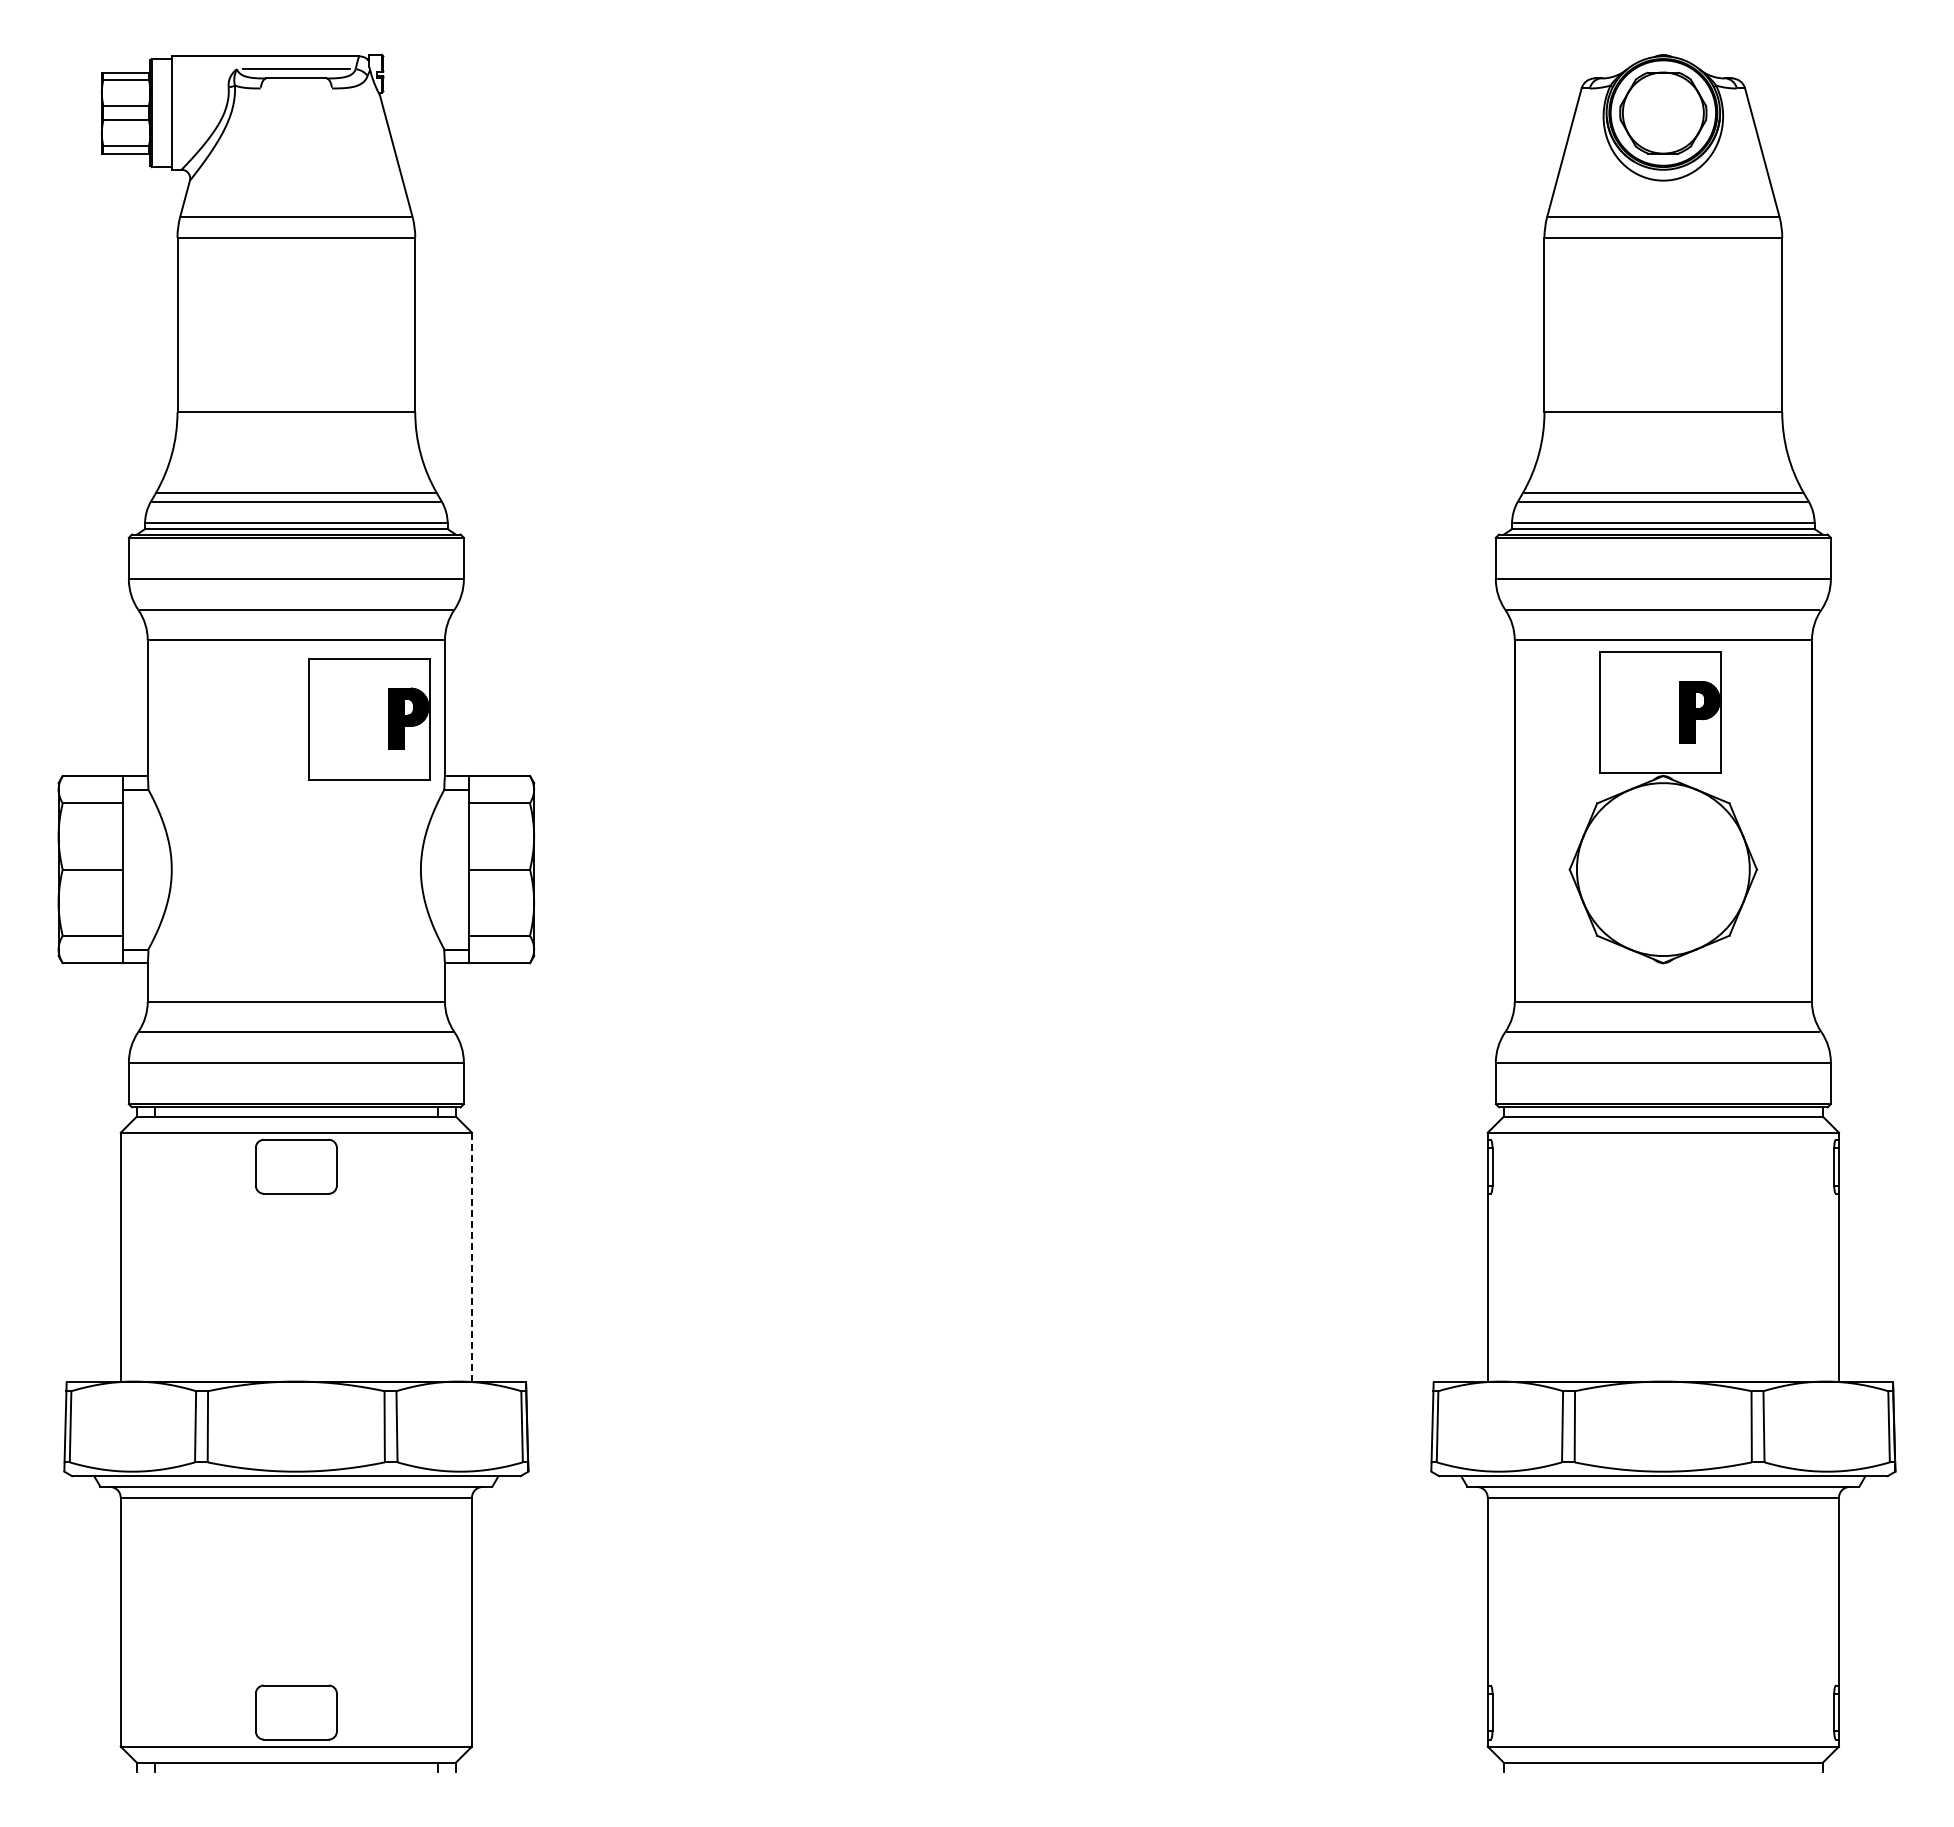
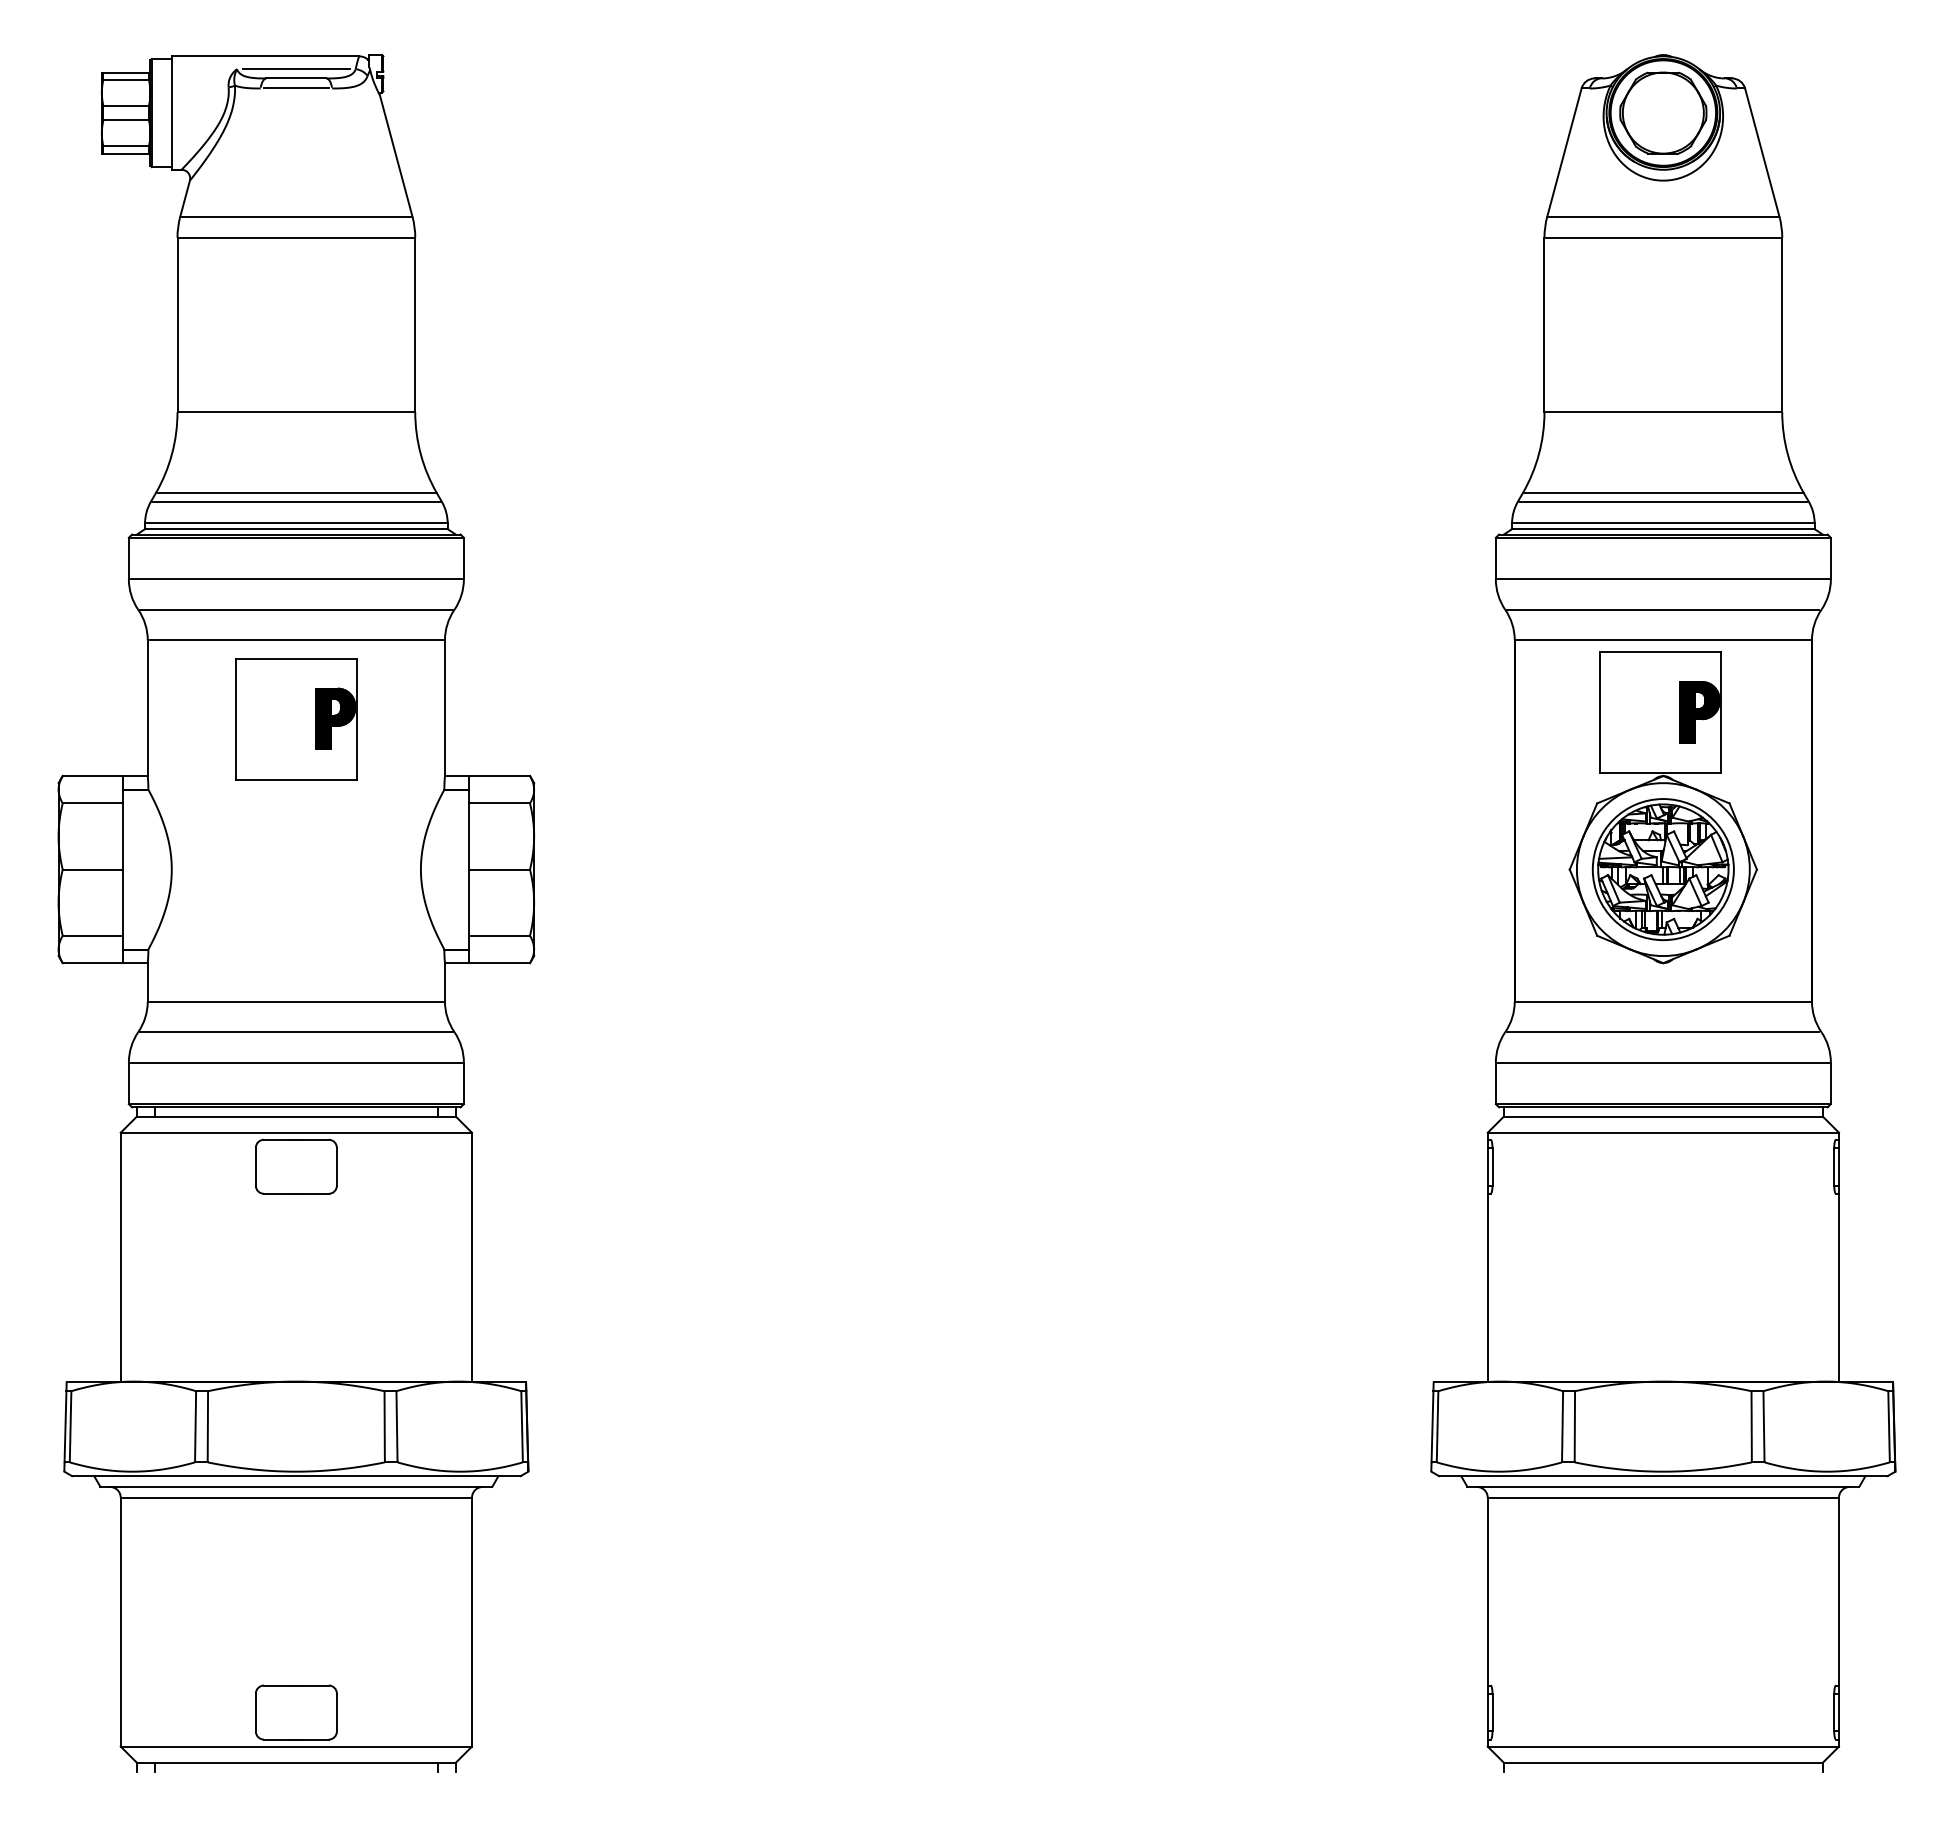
line at (296, 88): none -> present
part at (369, 719) position: (369, 719) -> (296, 719)
part at (1662, 869): none -> present
line at (472, 1257): dashed -> solid
